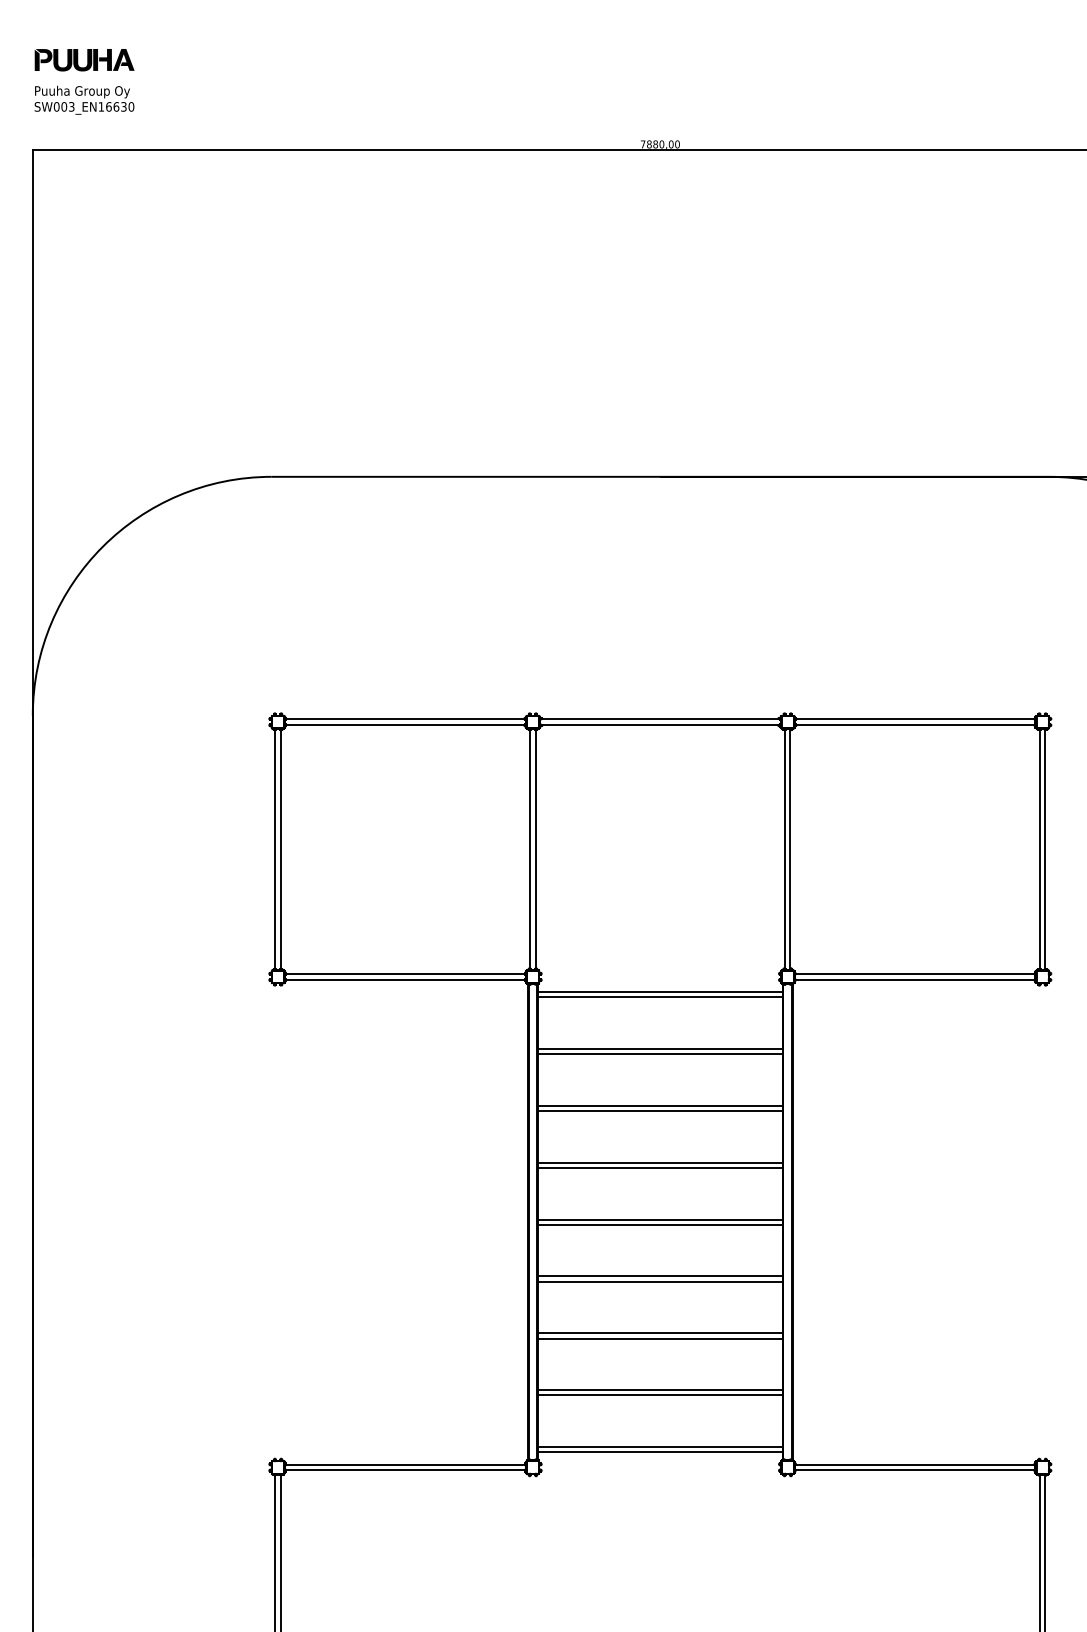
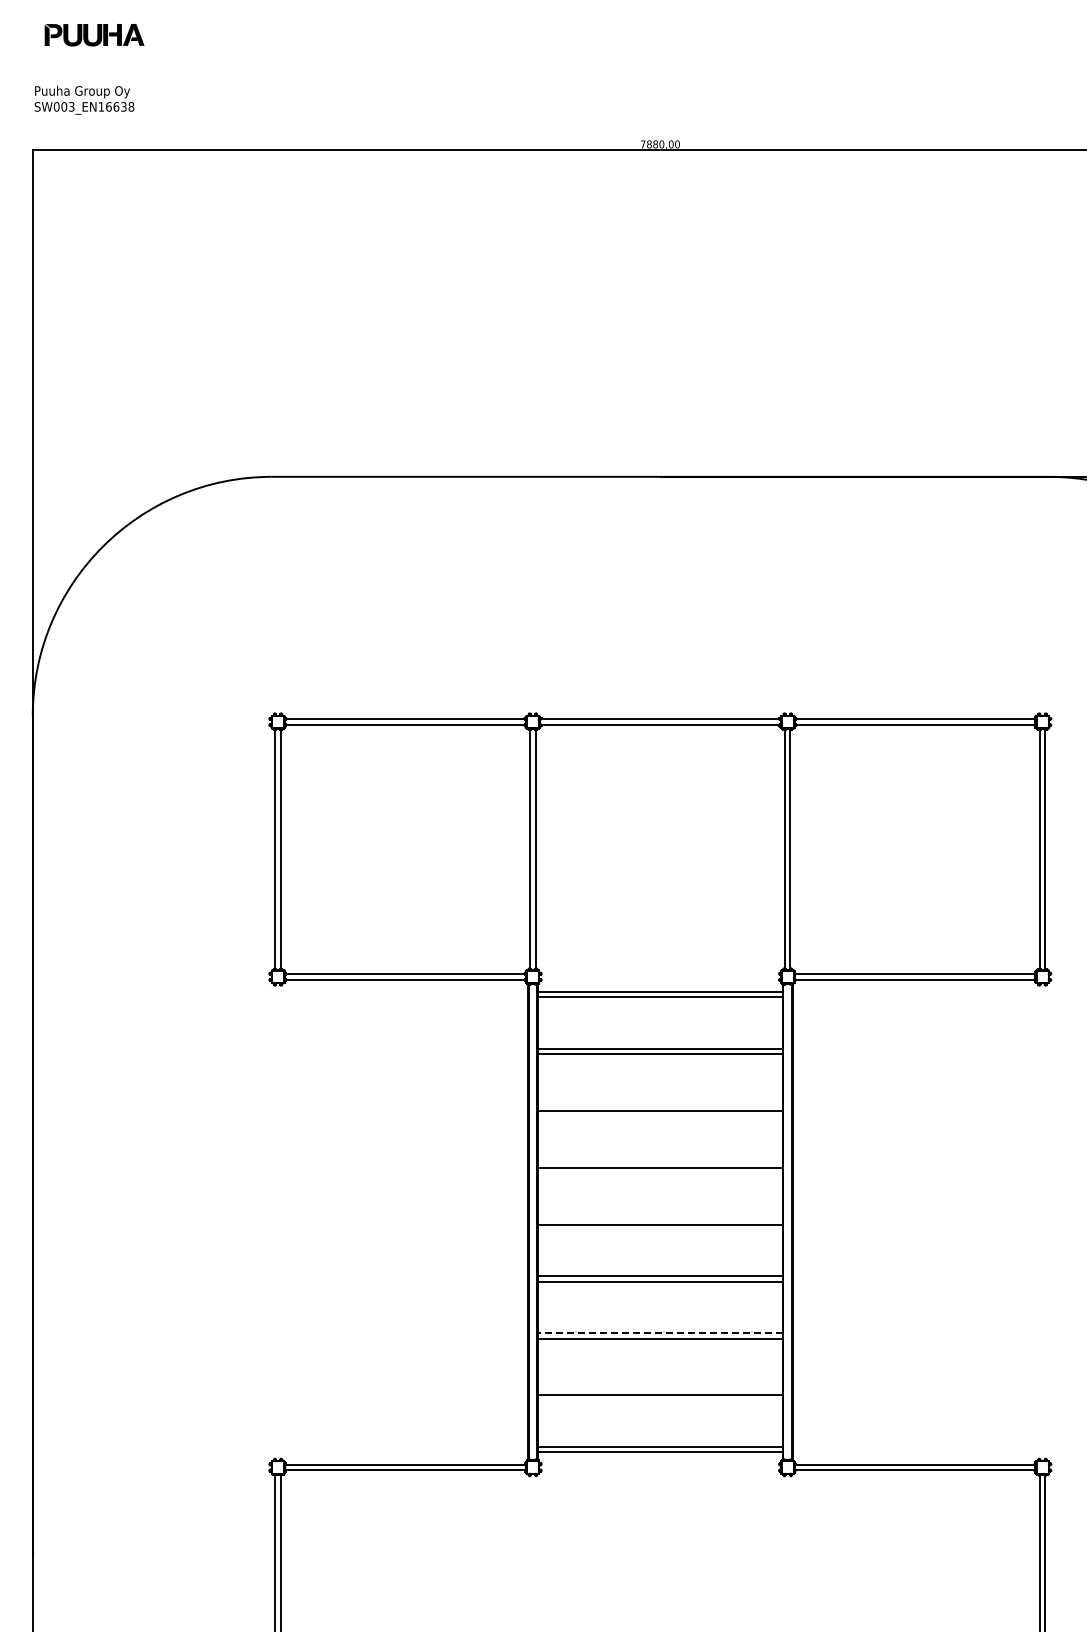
part at (84, 60) position: (84, 60) -> (94, 35)
text at (131, 106): SW003_EN16630 -> SW003_EN16638
line at (659, 1105): present -> none
line at (659, 1162): present -> none
line at (659, 1219): present -> none
line at (660, 1333): solid -> dashed
line at (659, 1390): present -> none
